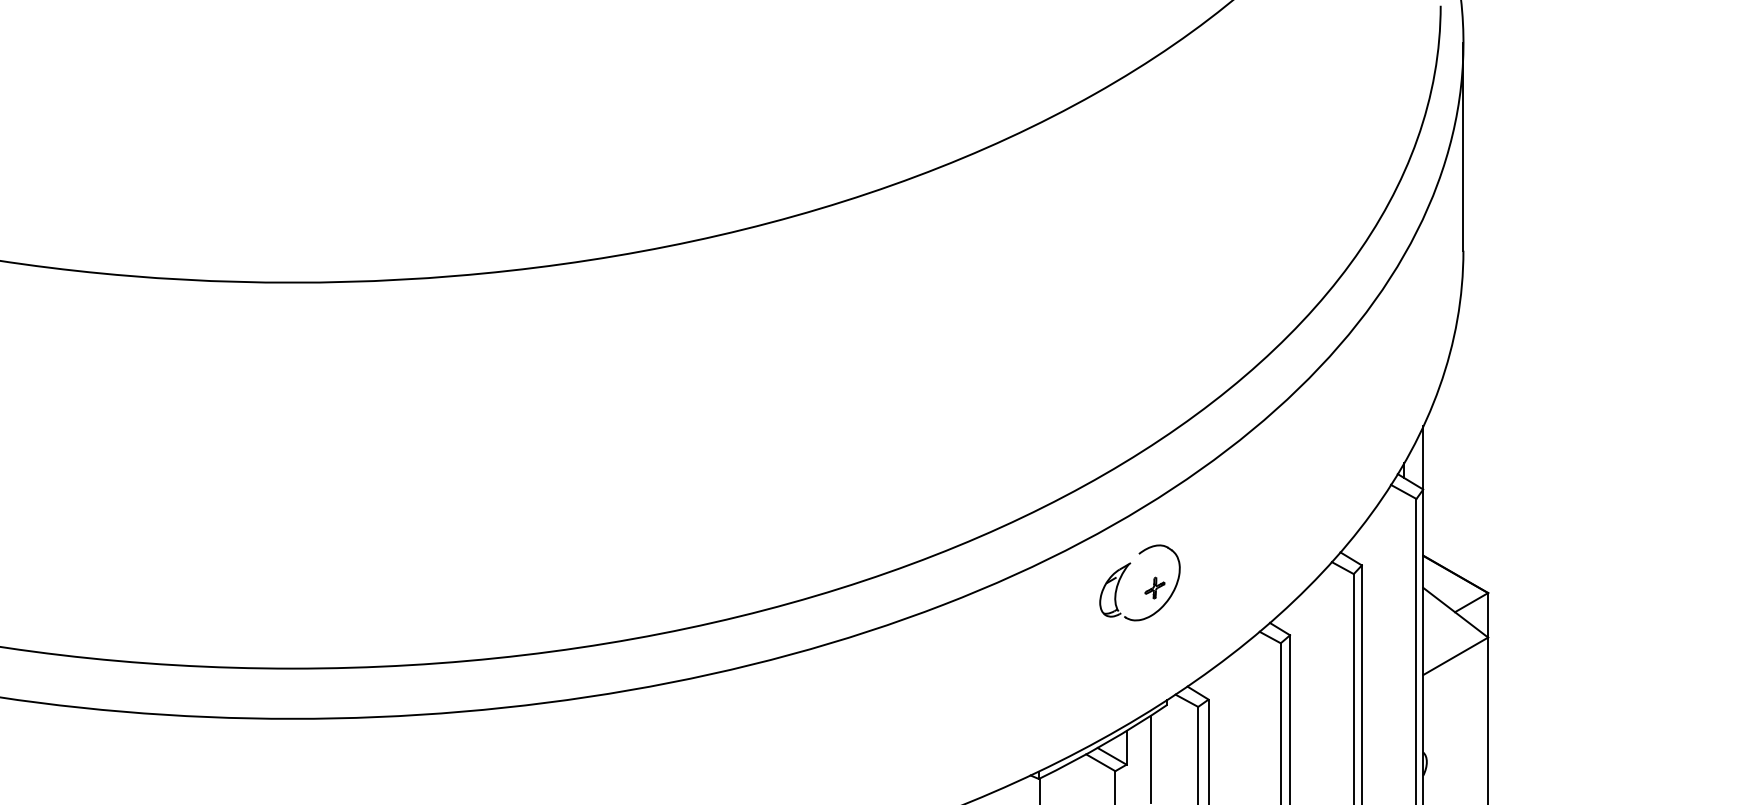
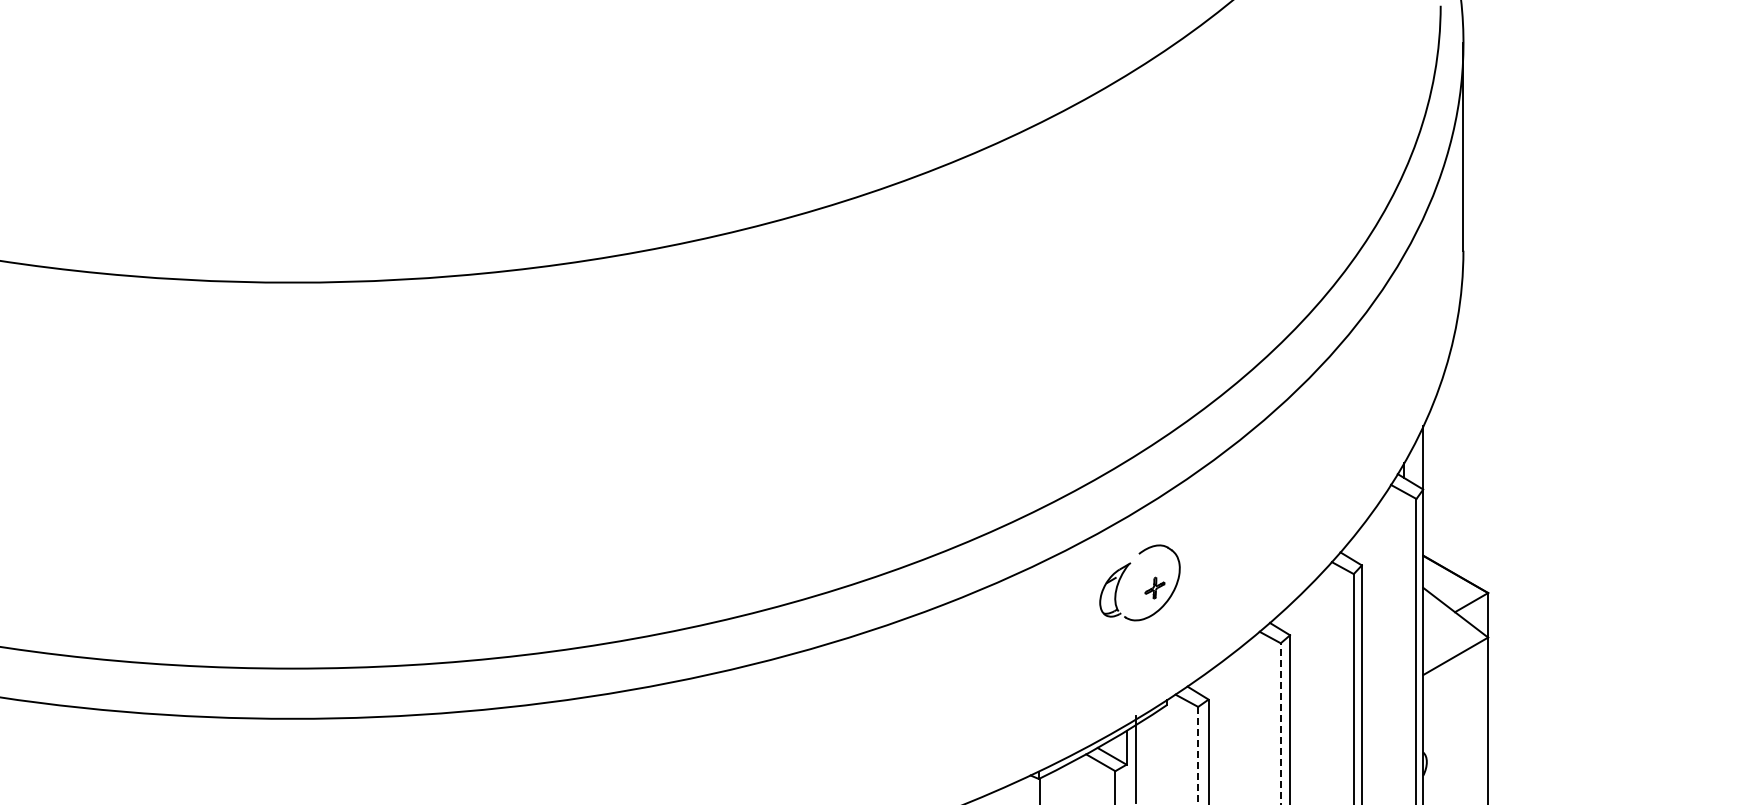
line at (1280, 723): solid -> dashed
line at (1198, 755): solid -> dashed
line at (1150, 758) position: (1150, 758) -> (1135, 758)
